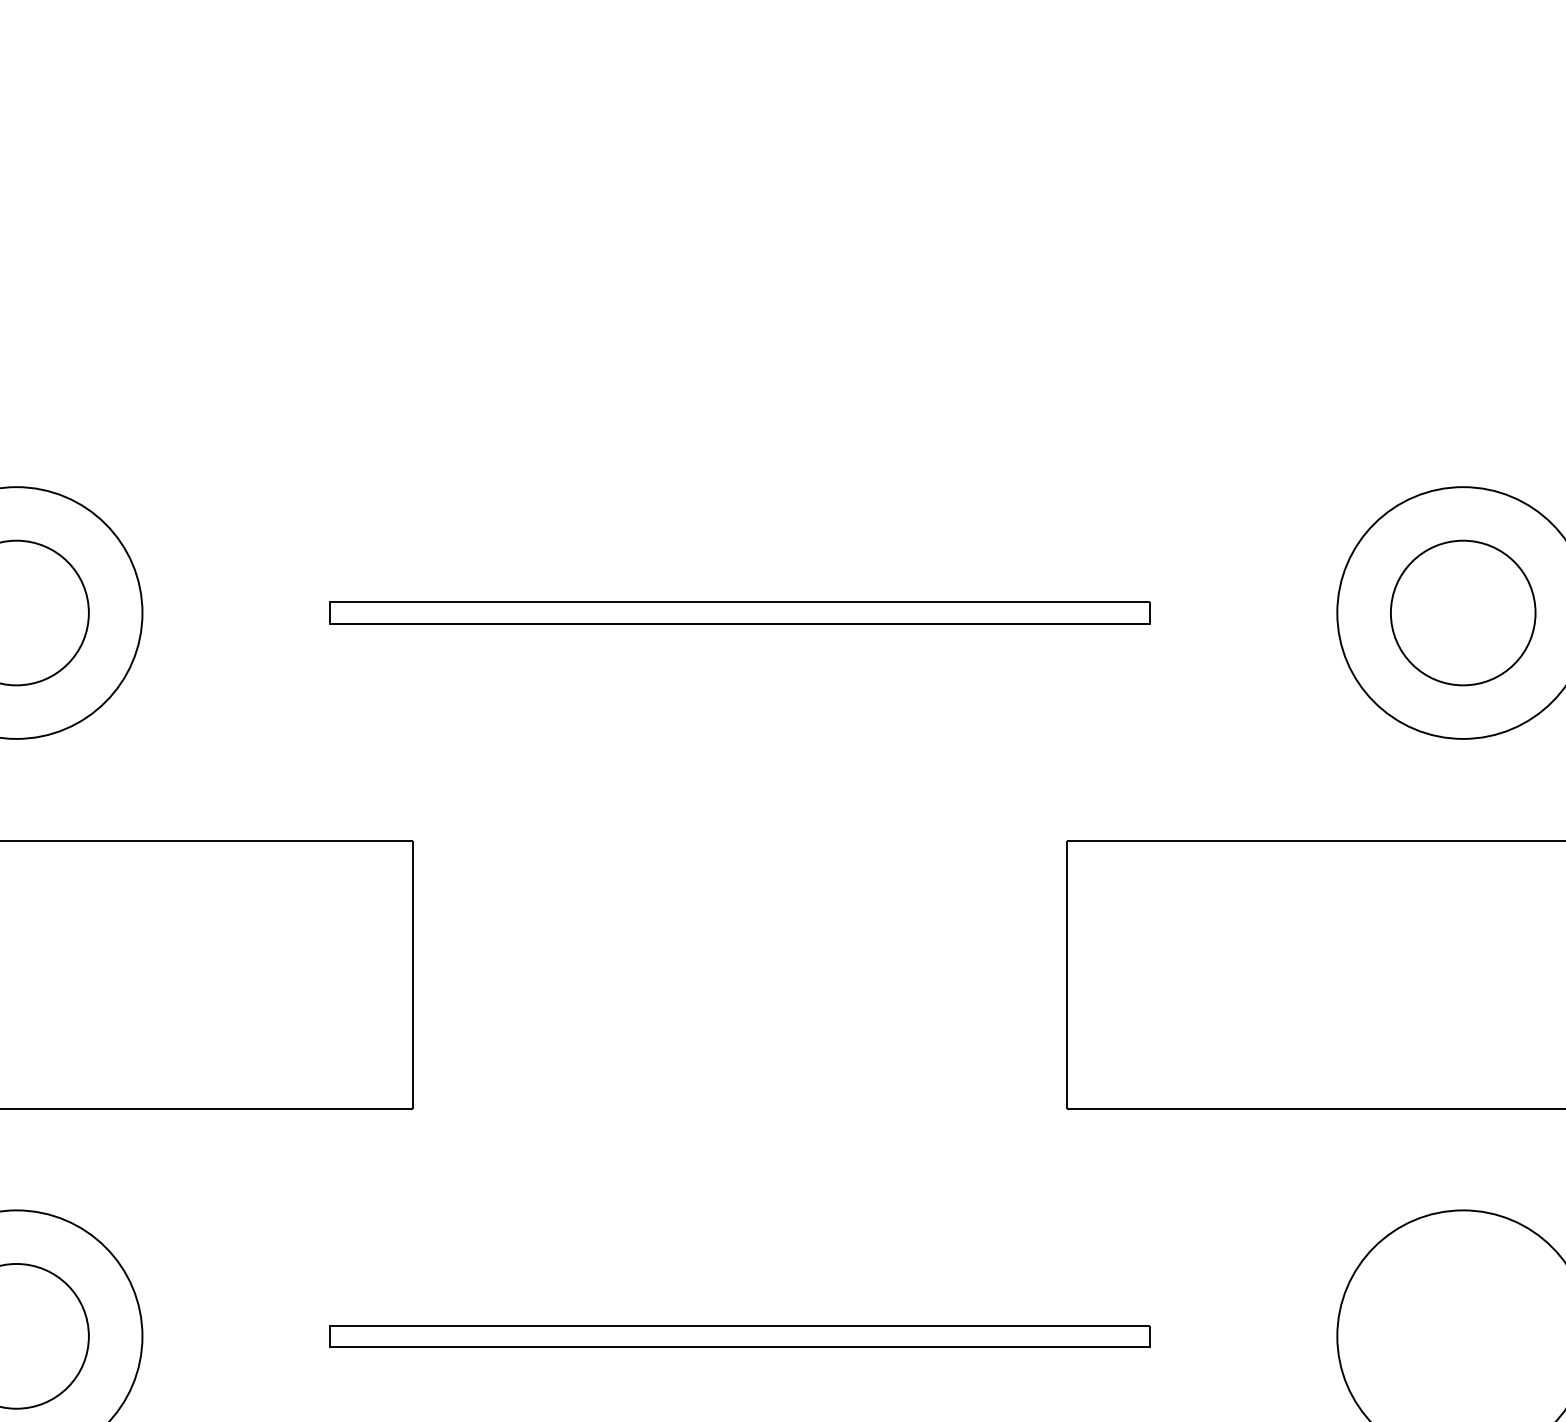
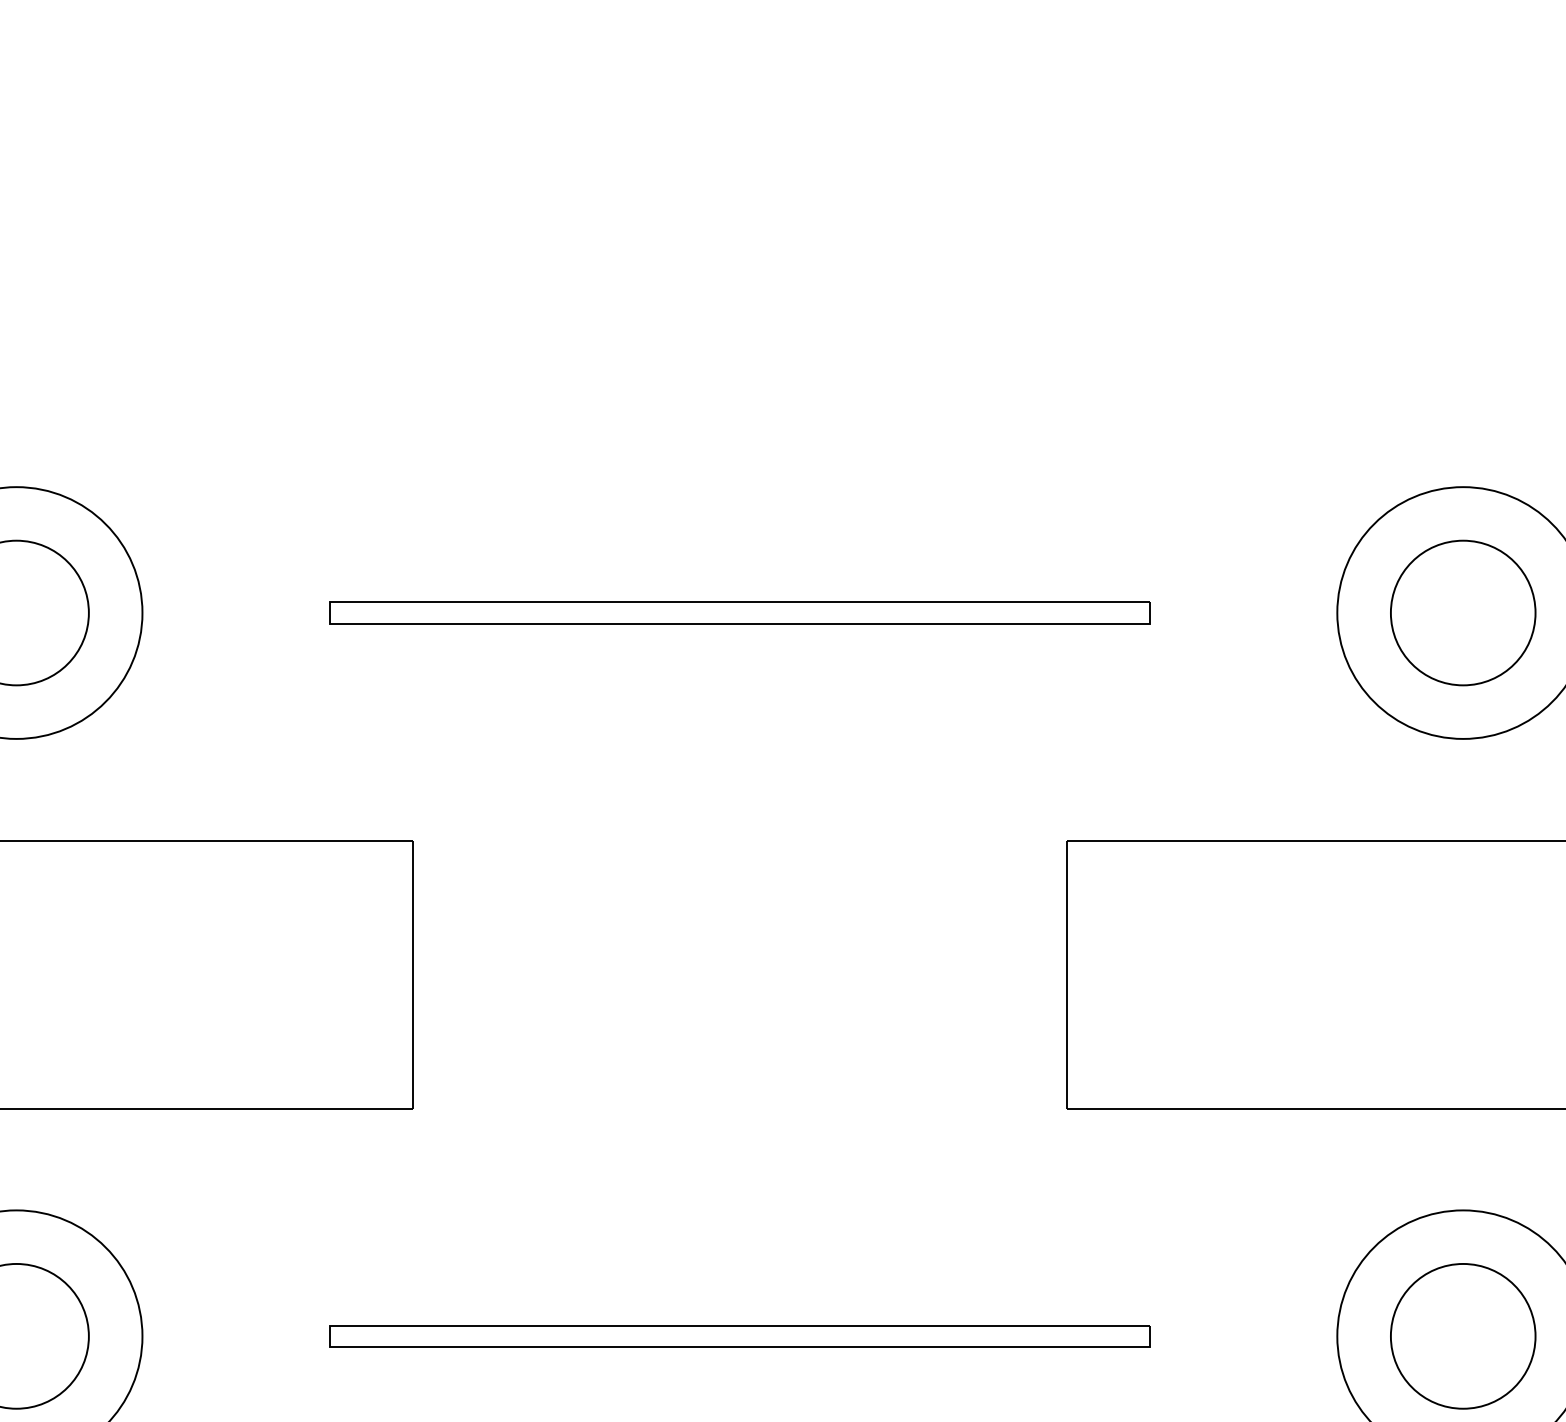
part at (1463, 1336): none -> present
